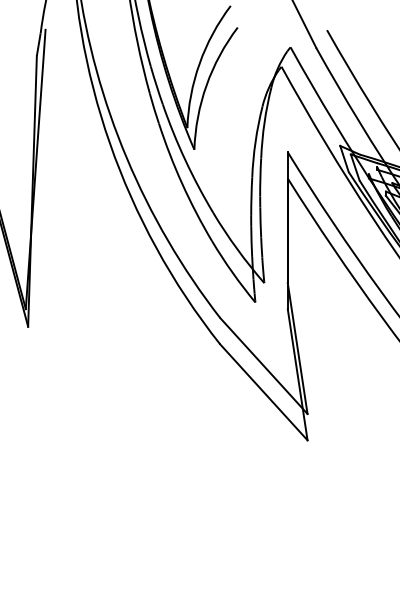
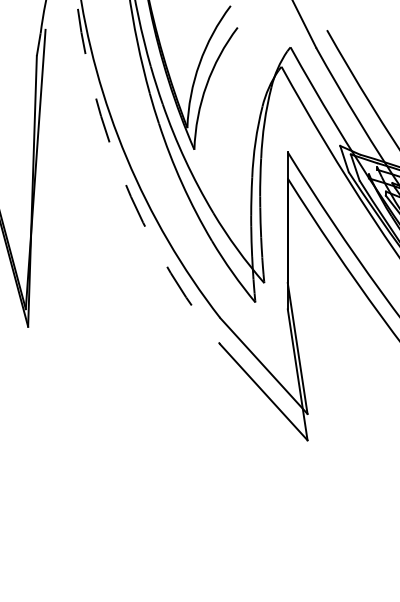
arc at (124, 181): solid -> dashed
